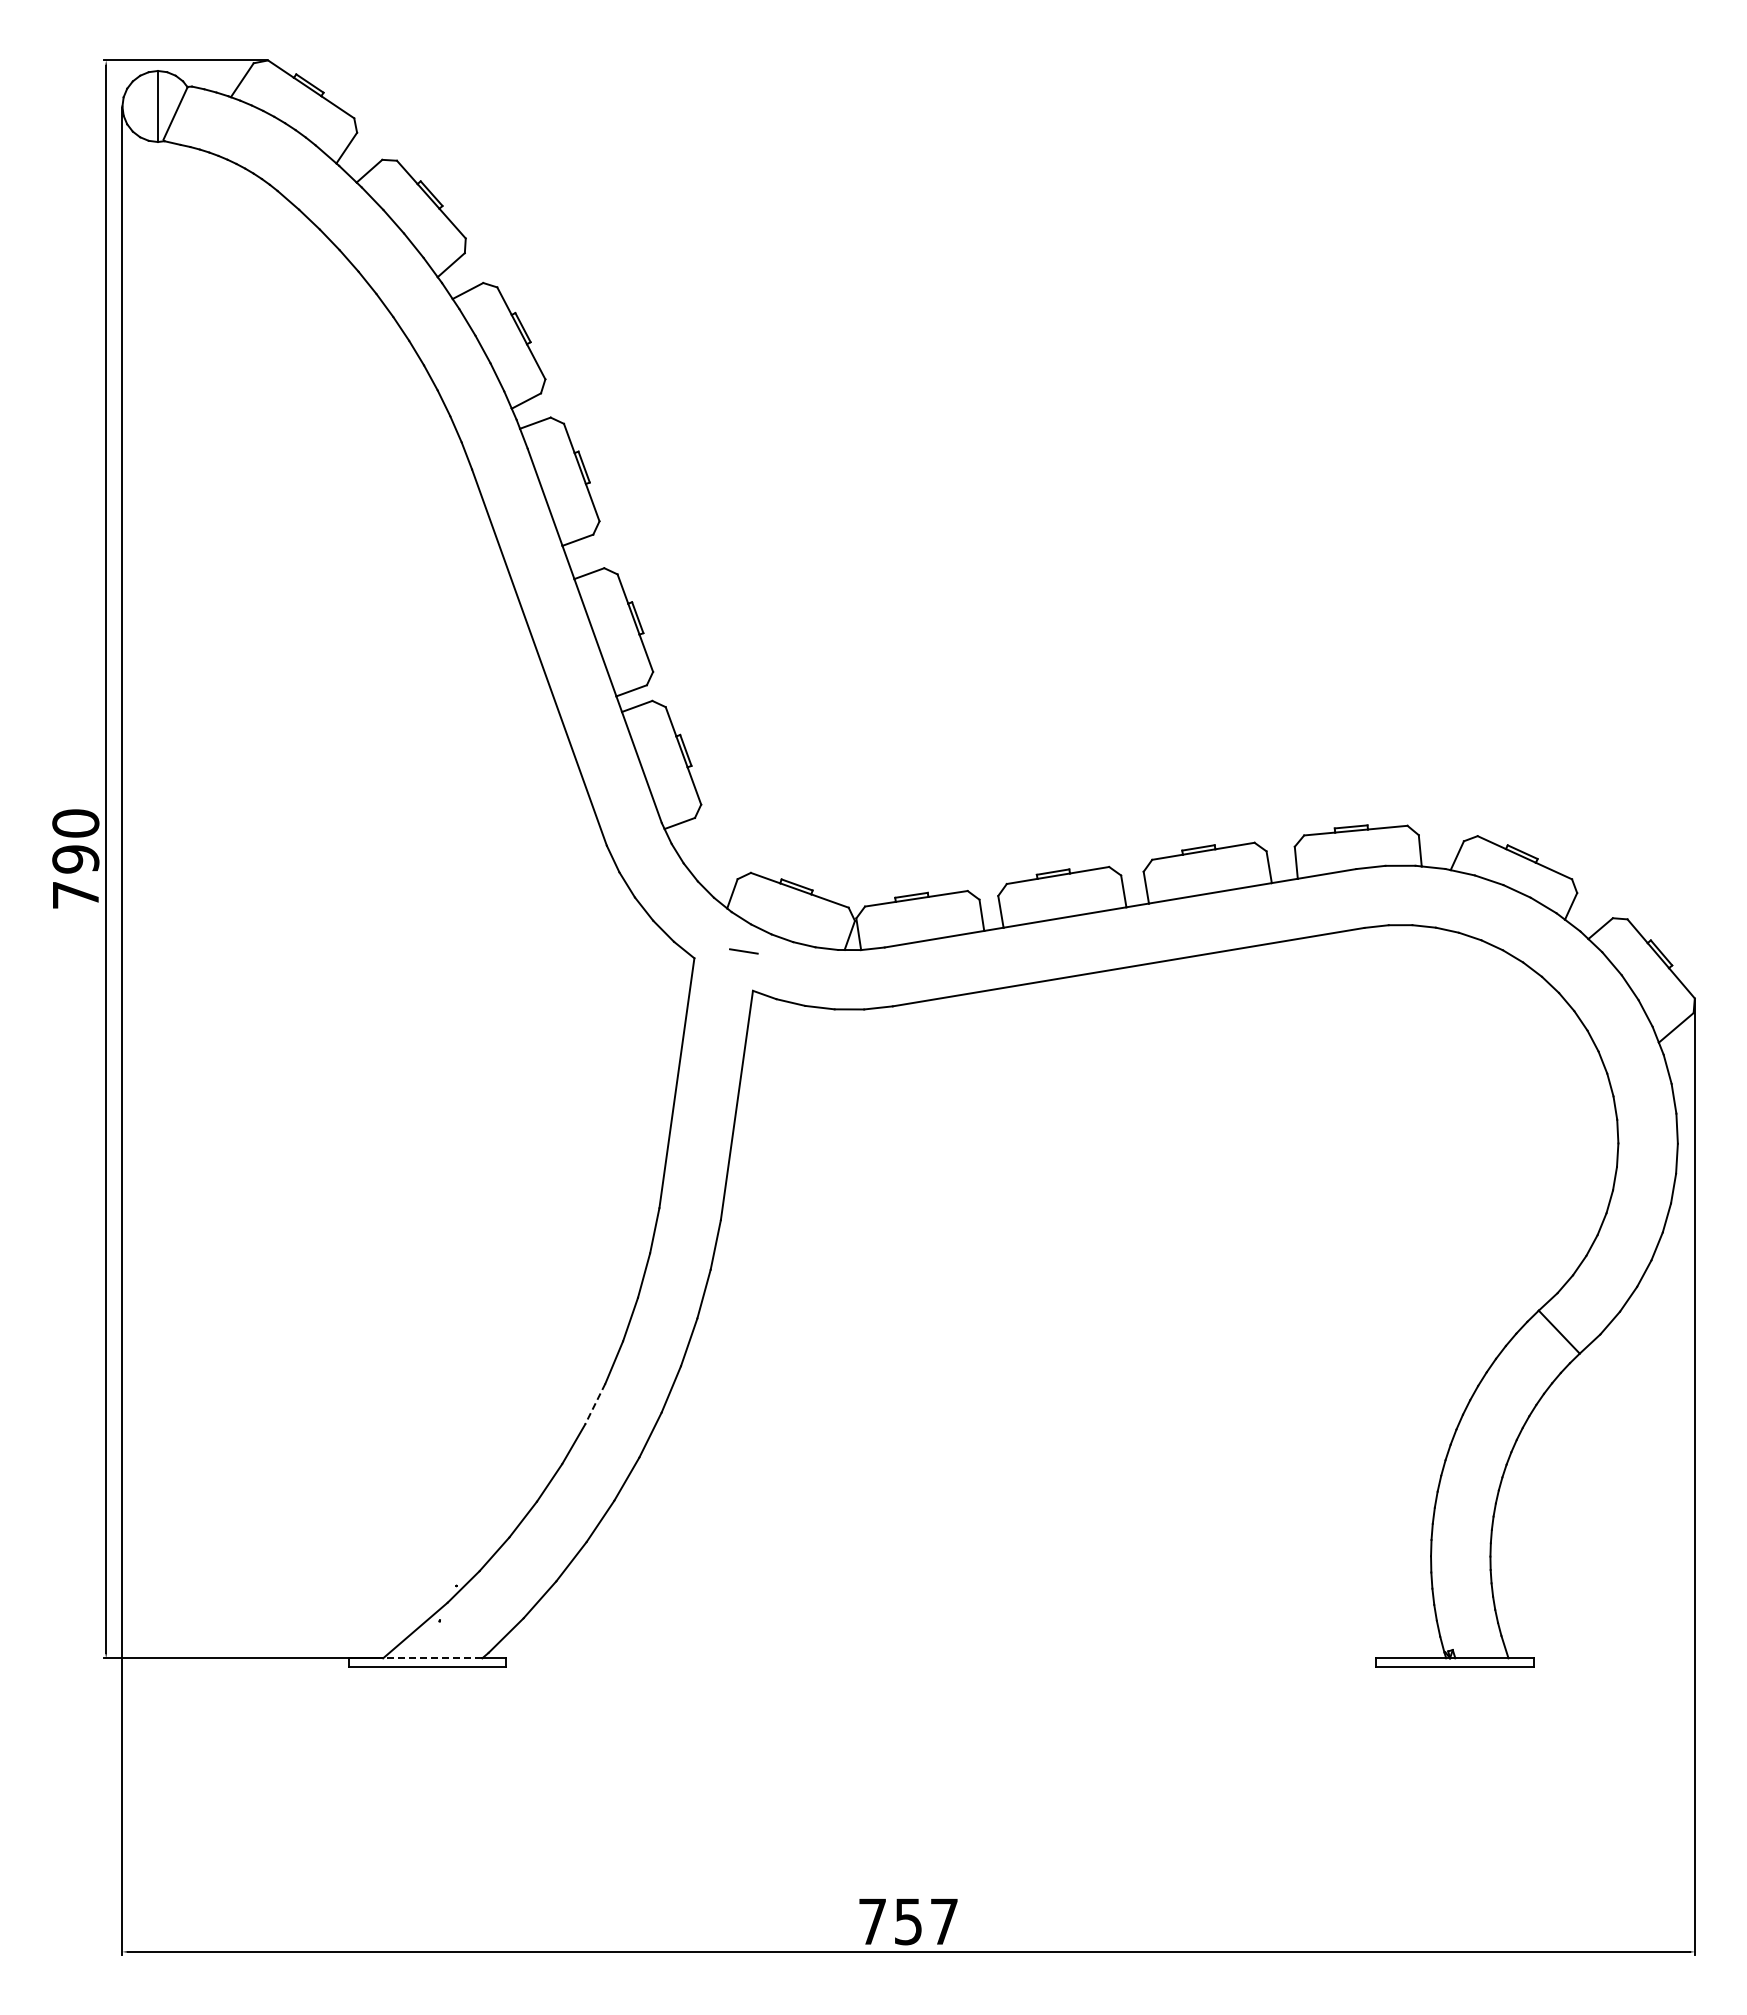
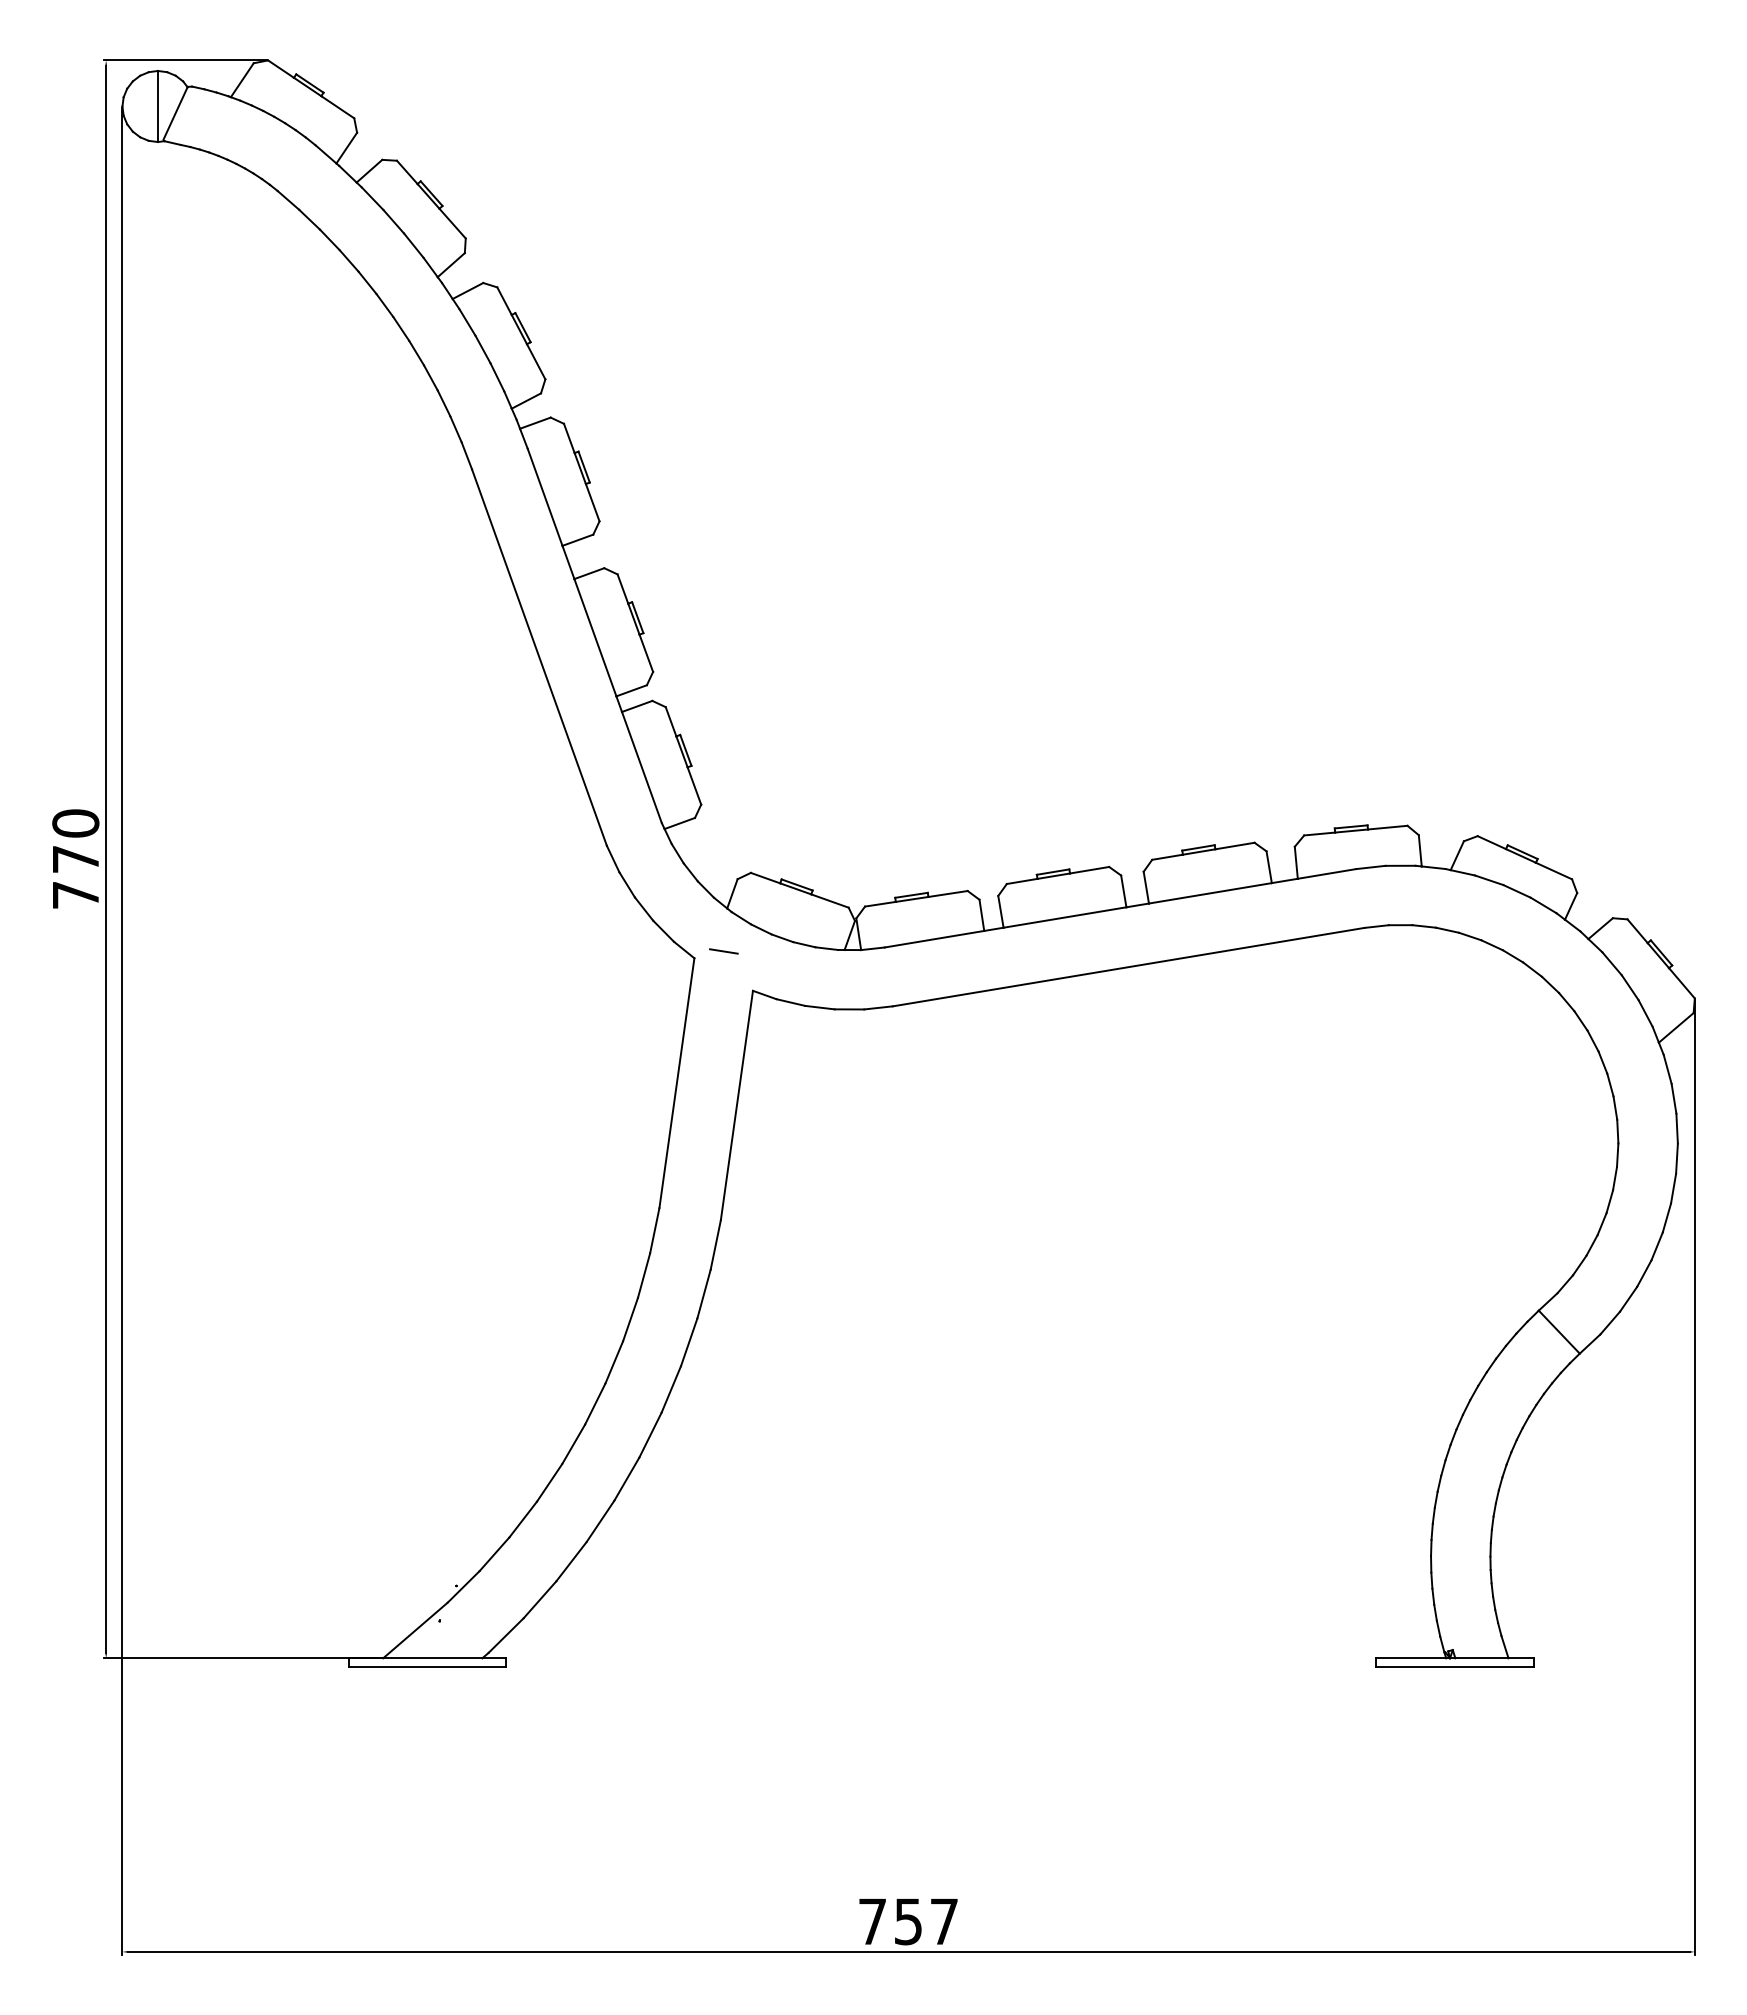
text at (75, 859): 790 -> 770
line at (743, 951) position: (743, 951) -> (723, 951)
line at (595, 1404): dashed -> solid
line at (432, 1658): dashed -> solid
